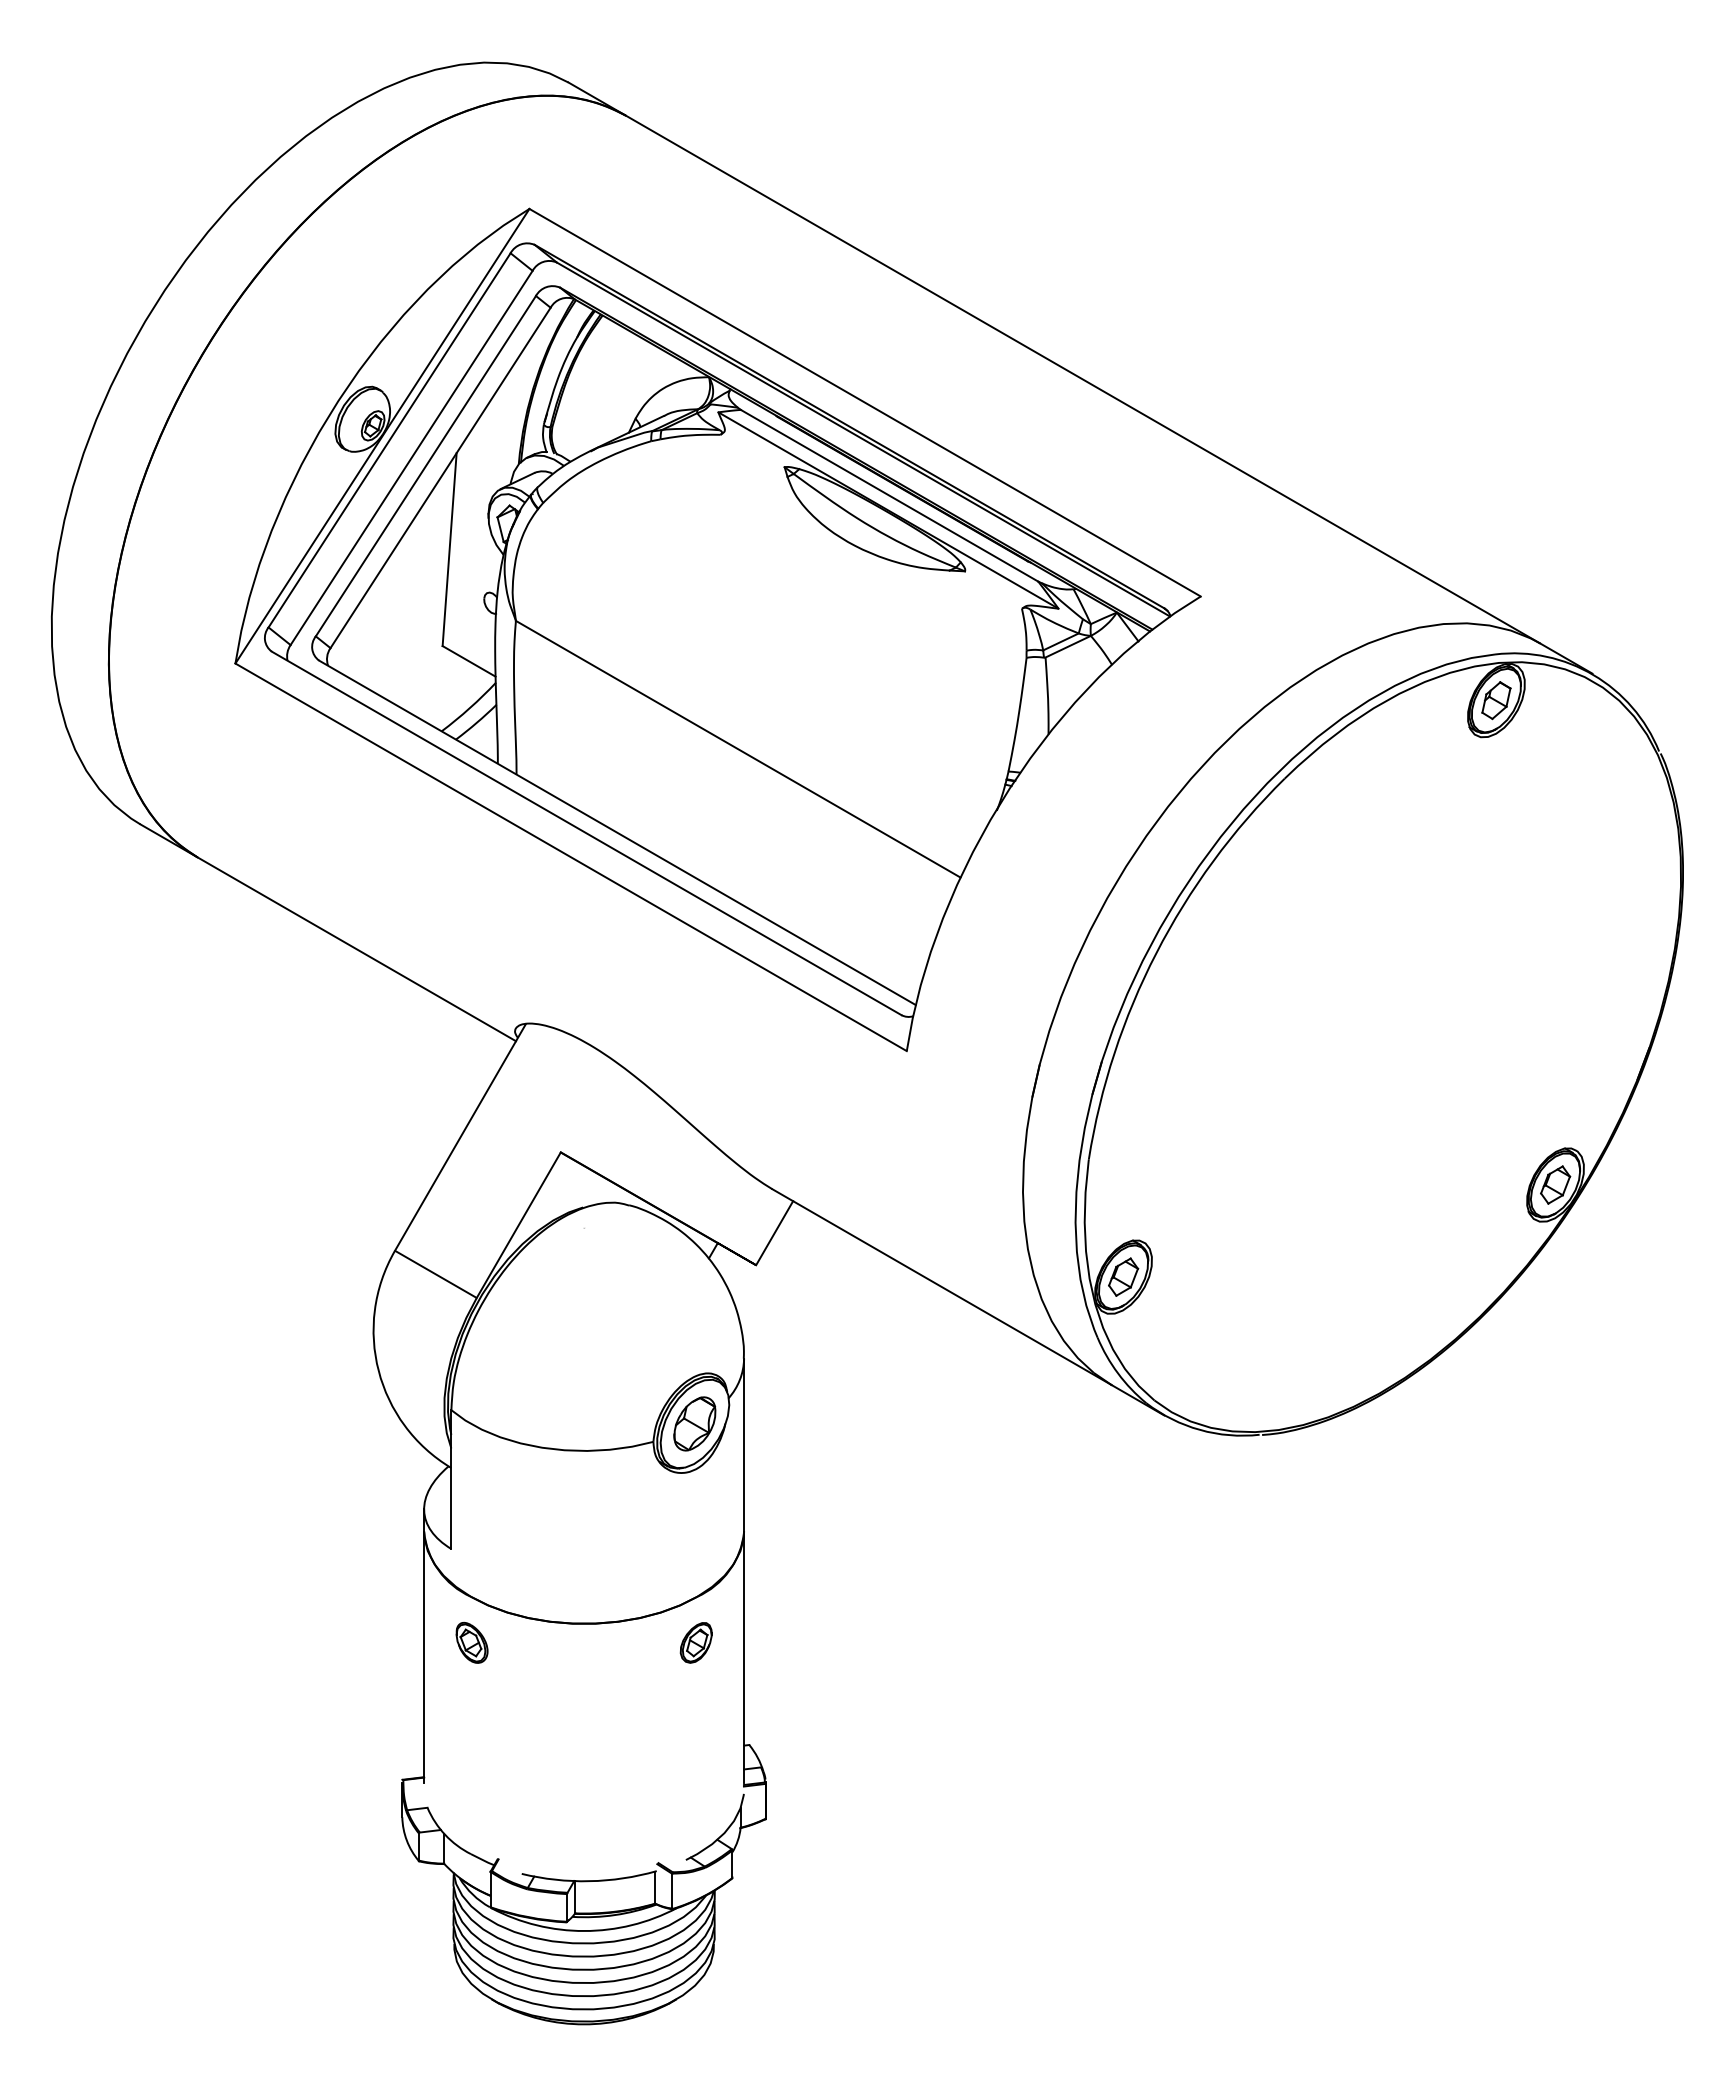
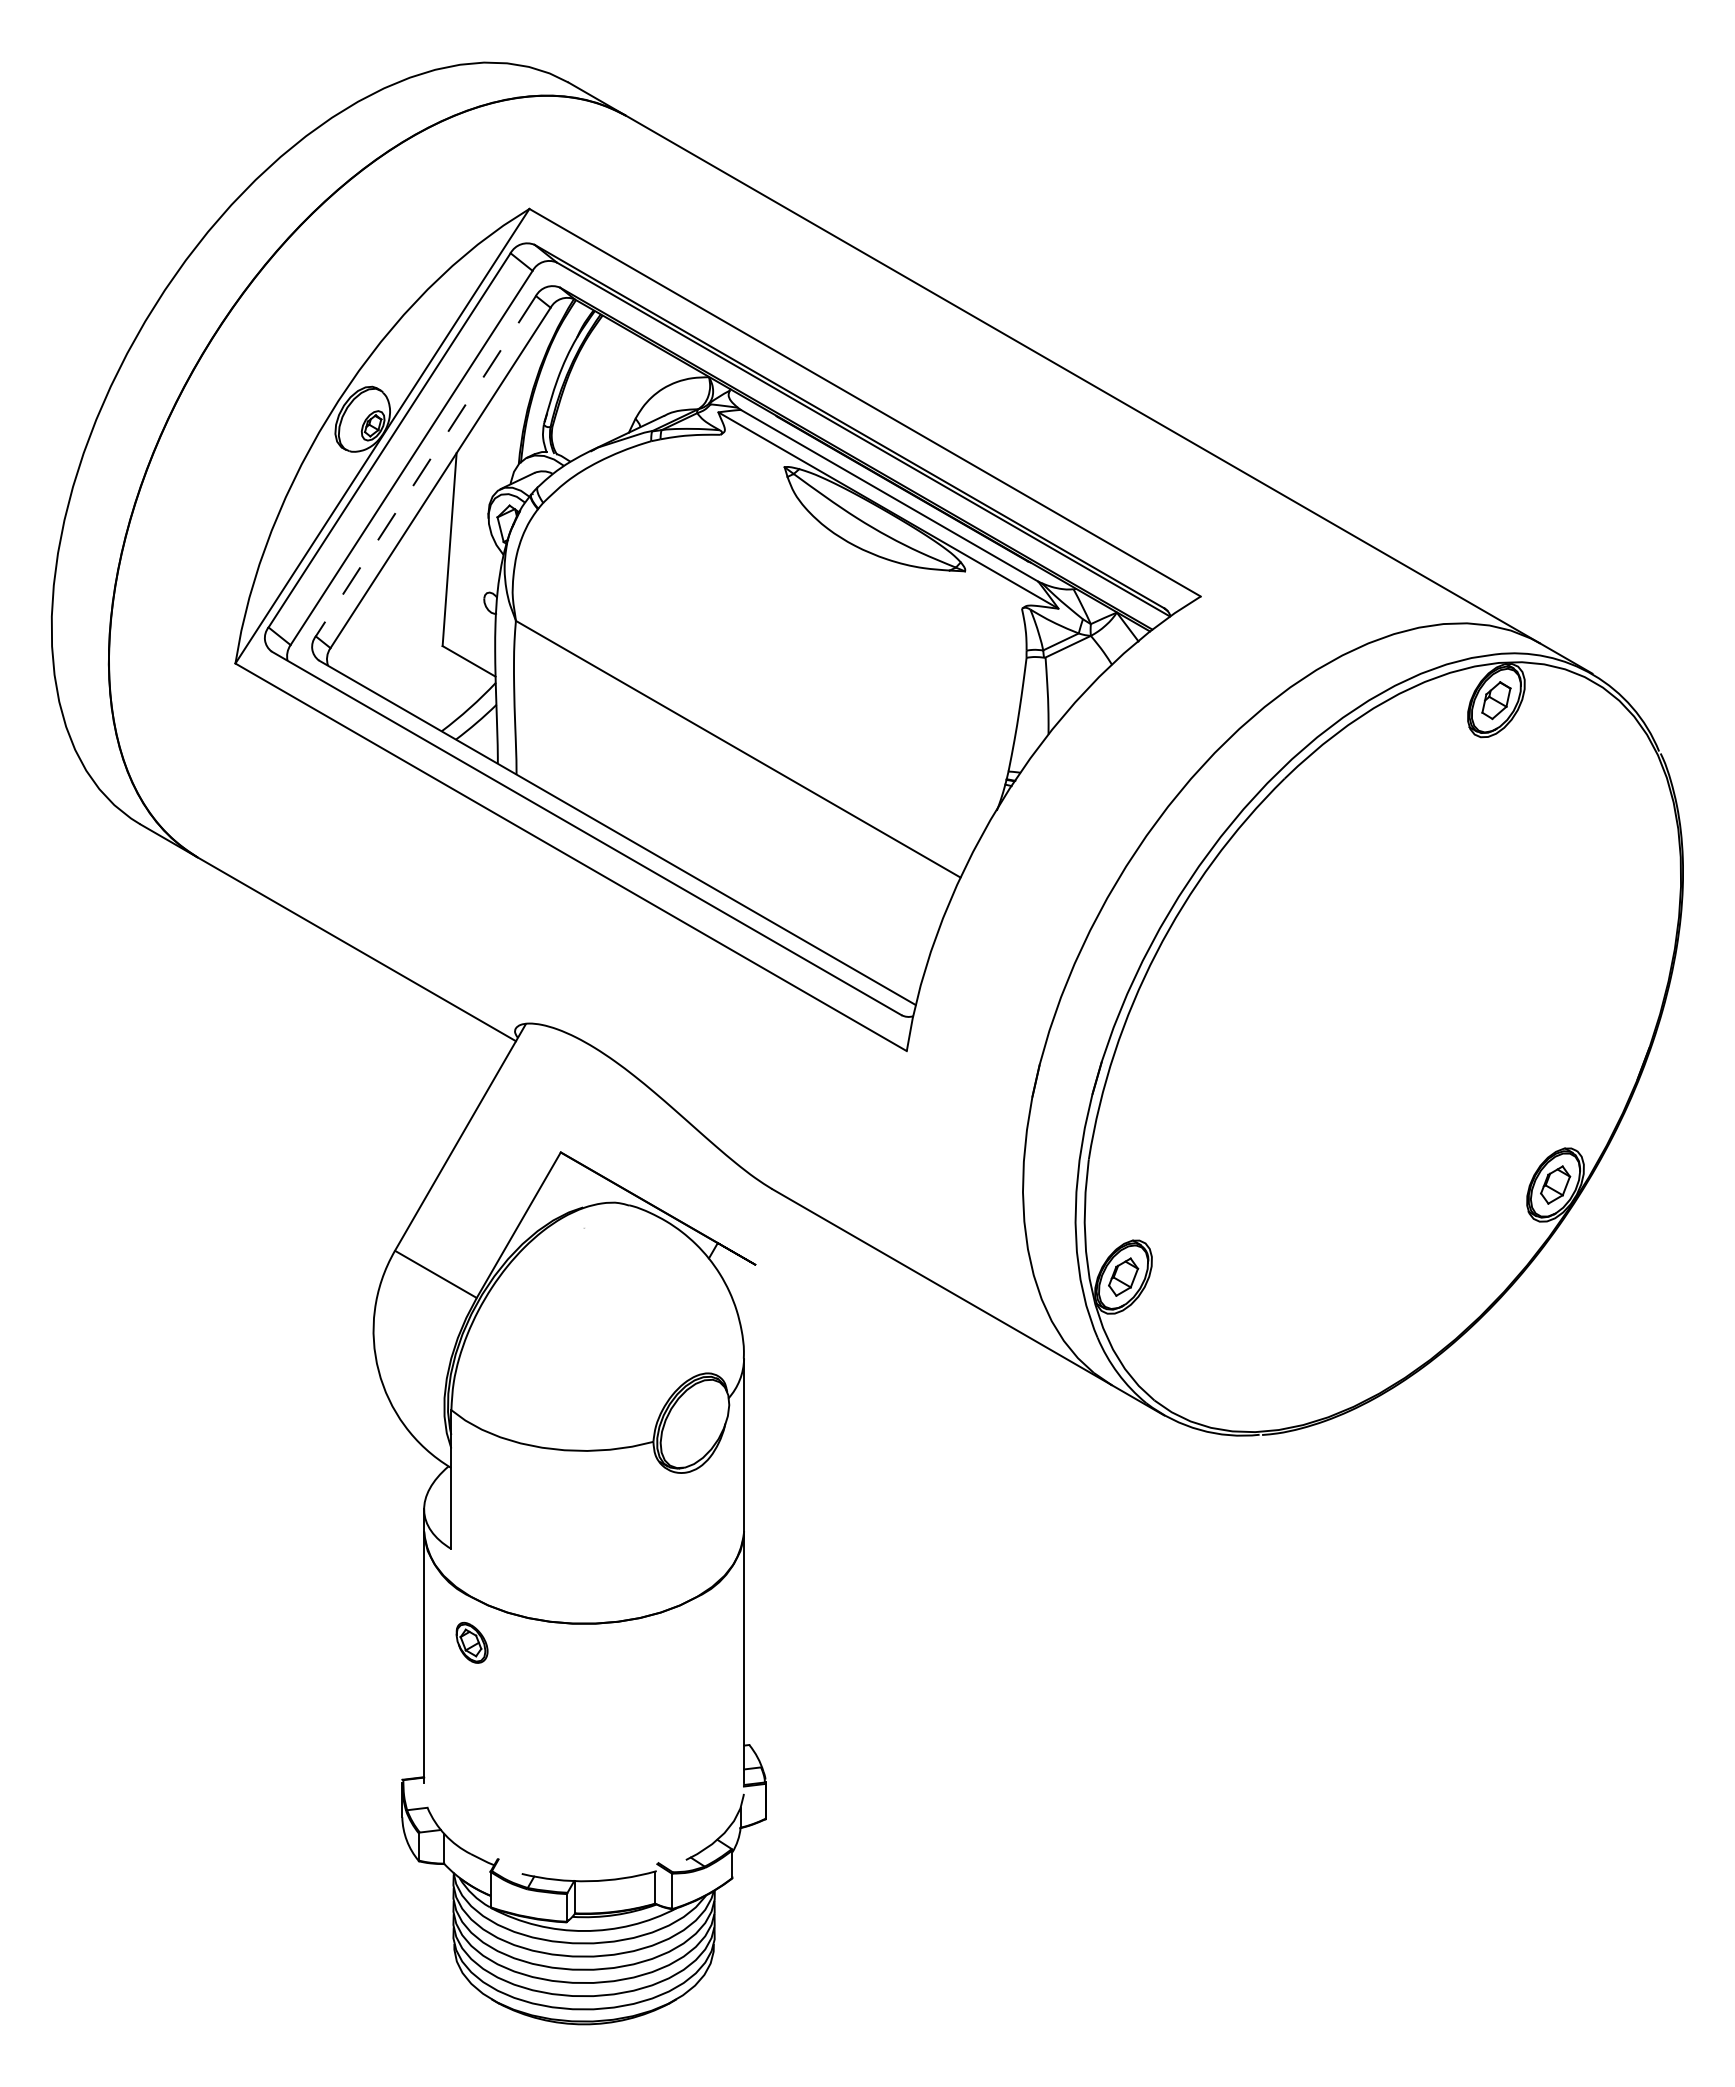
line at (425, 466): solid -> dashed
line at (774, 1233): present -> none
part at (694, 1423): present -> none
part at (695, 1642): present -> none
